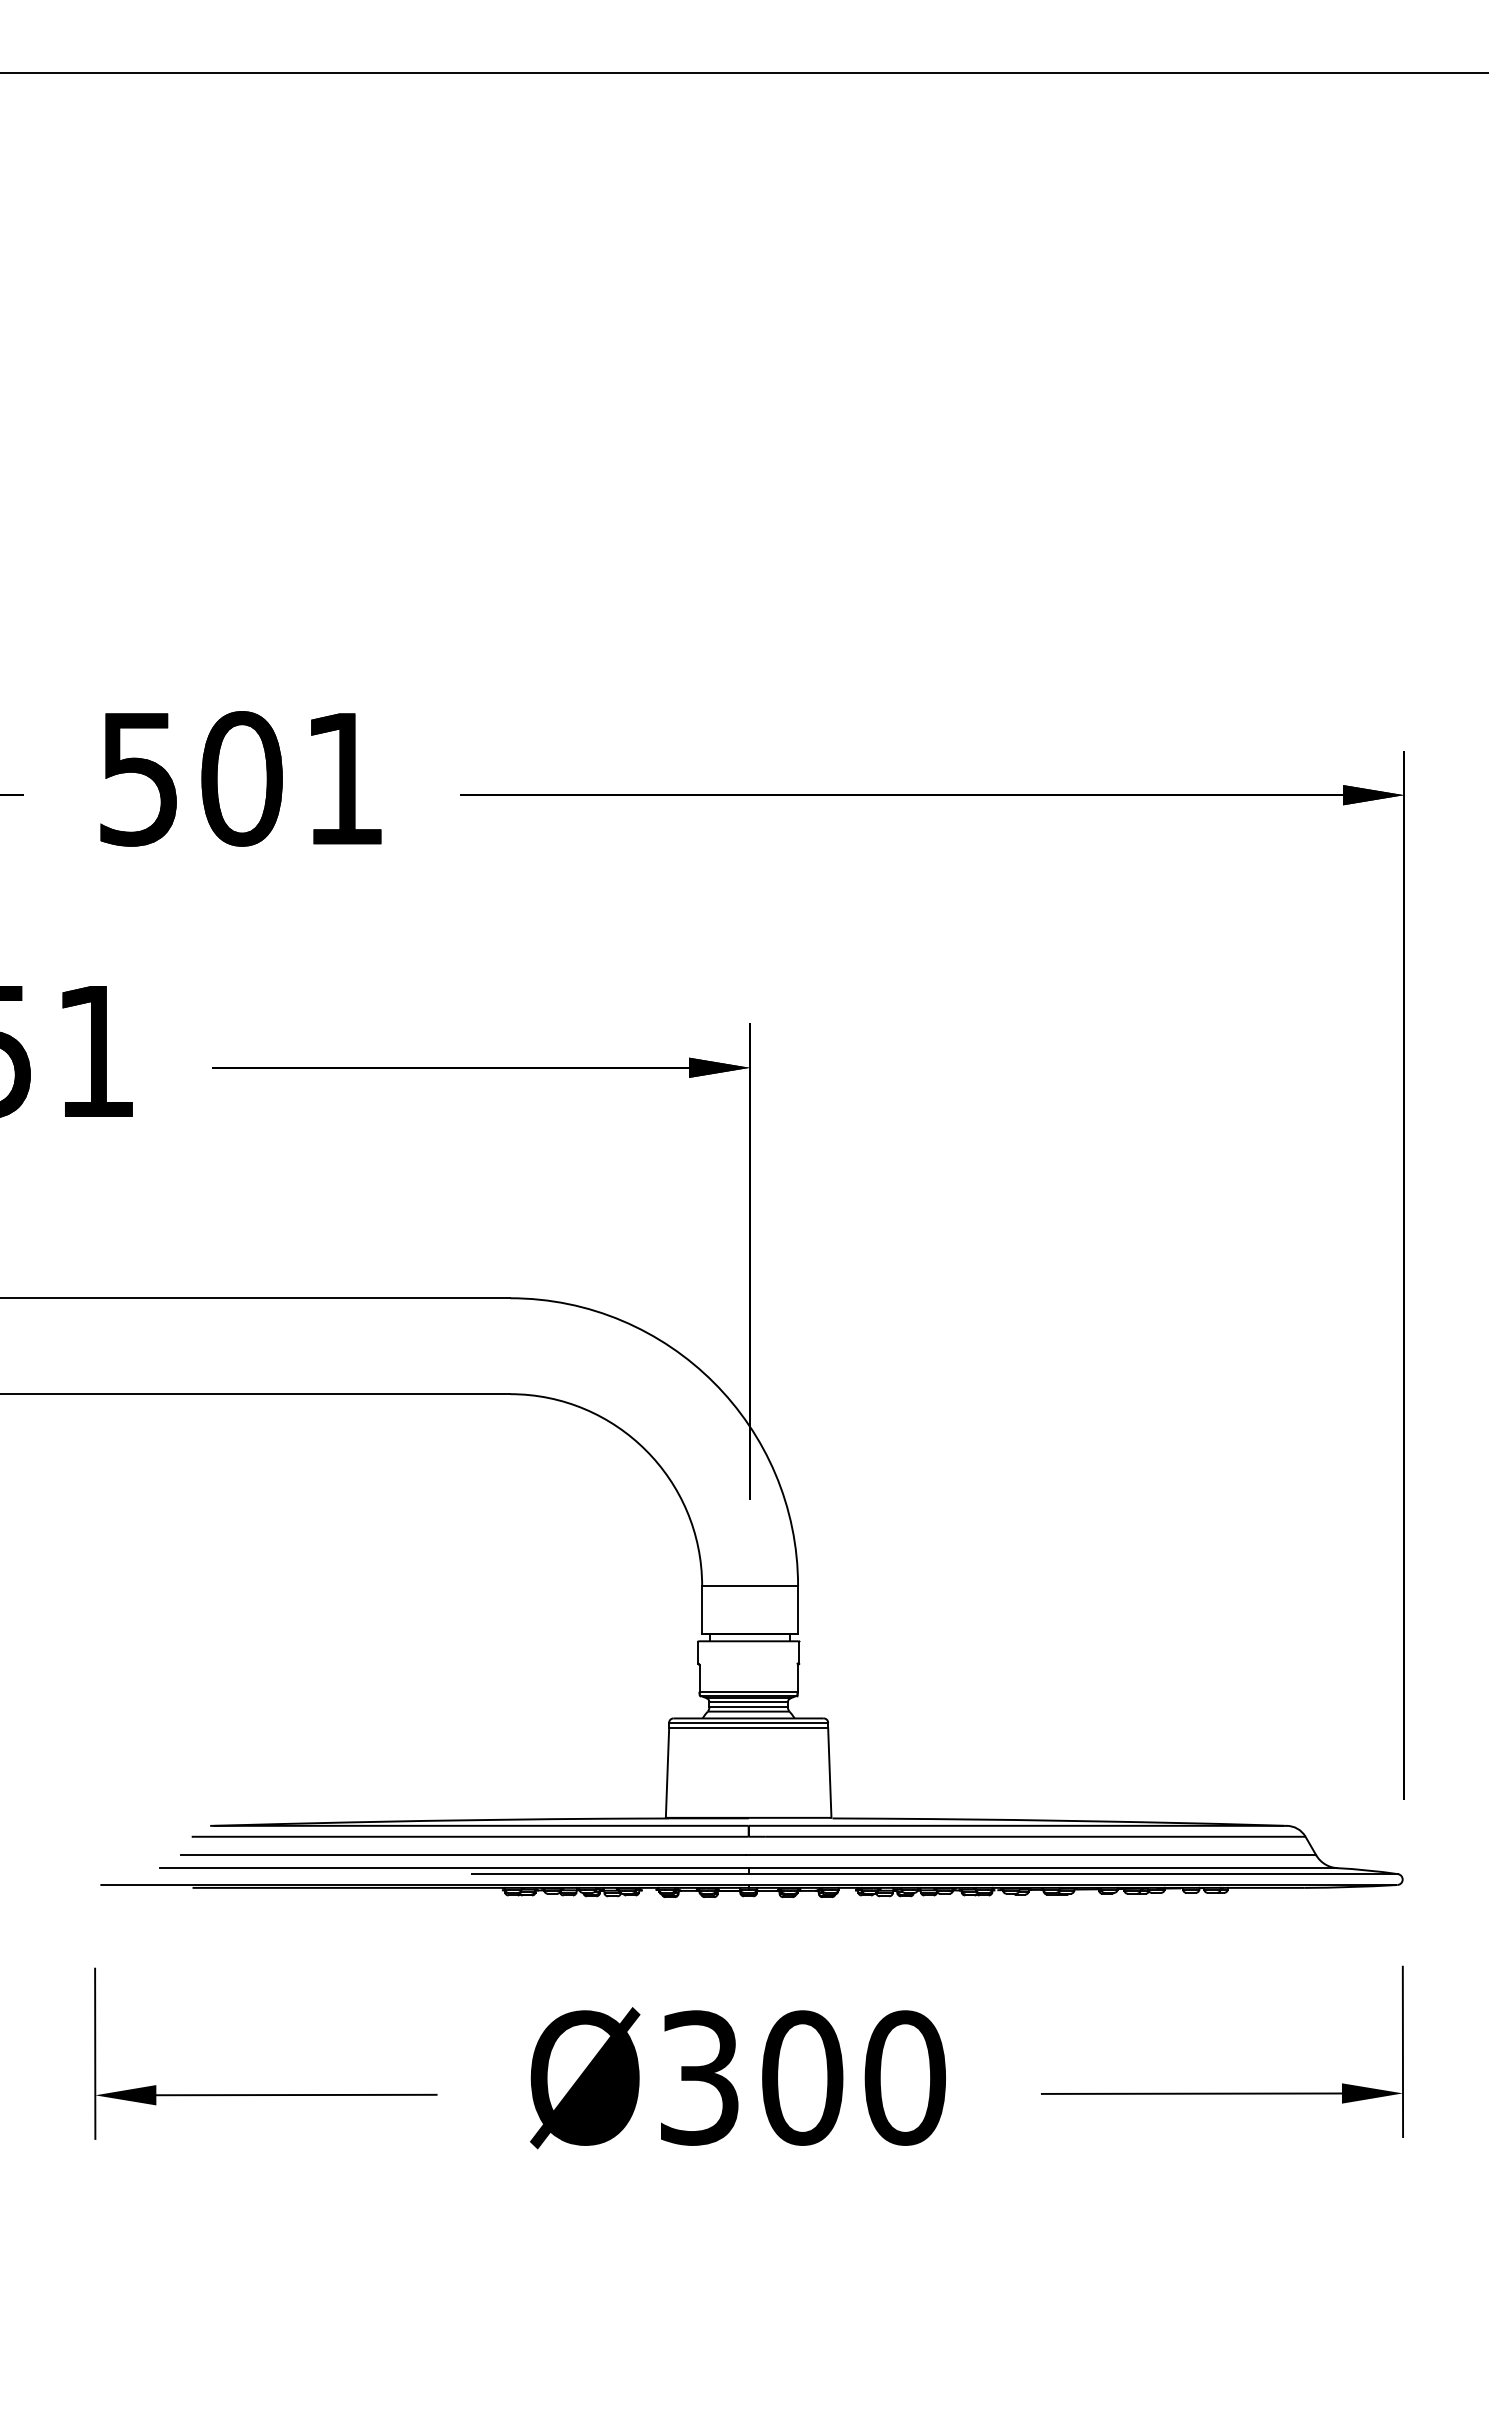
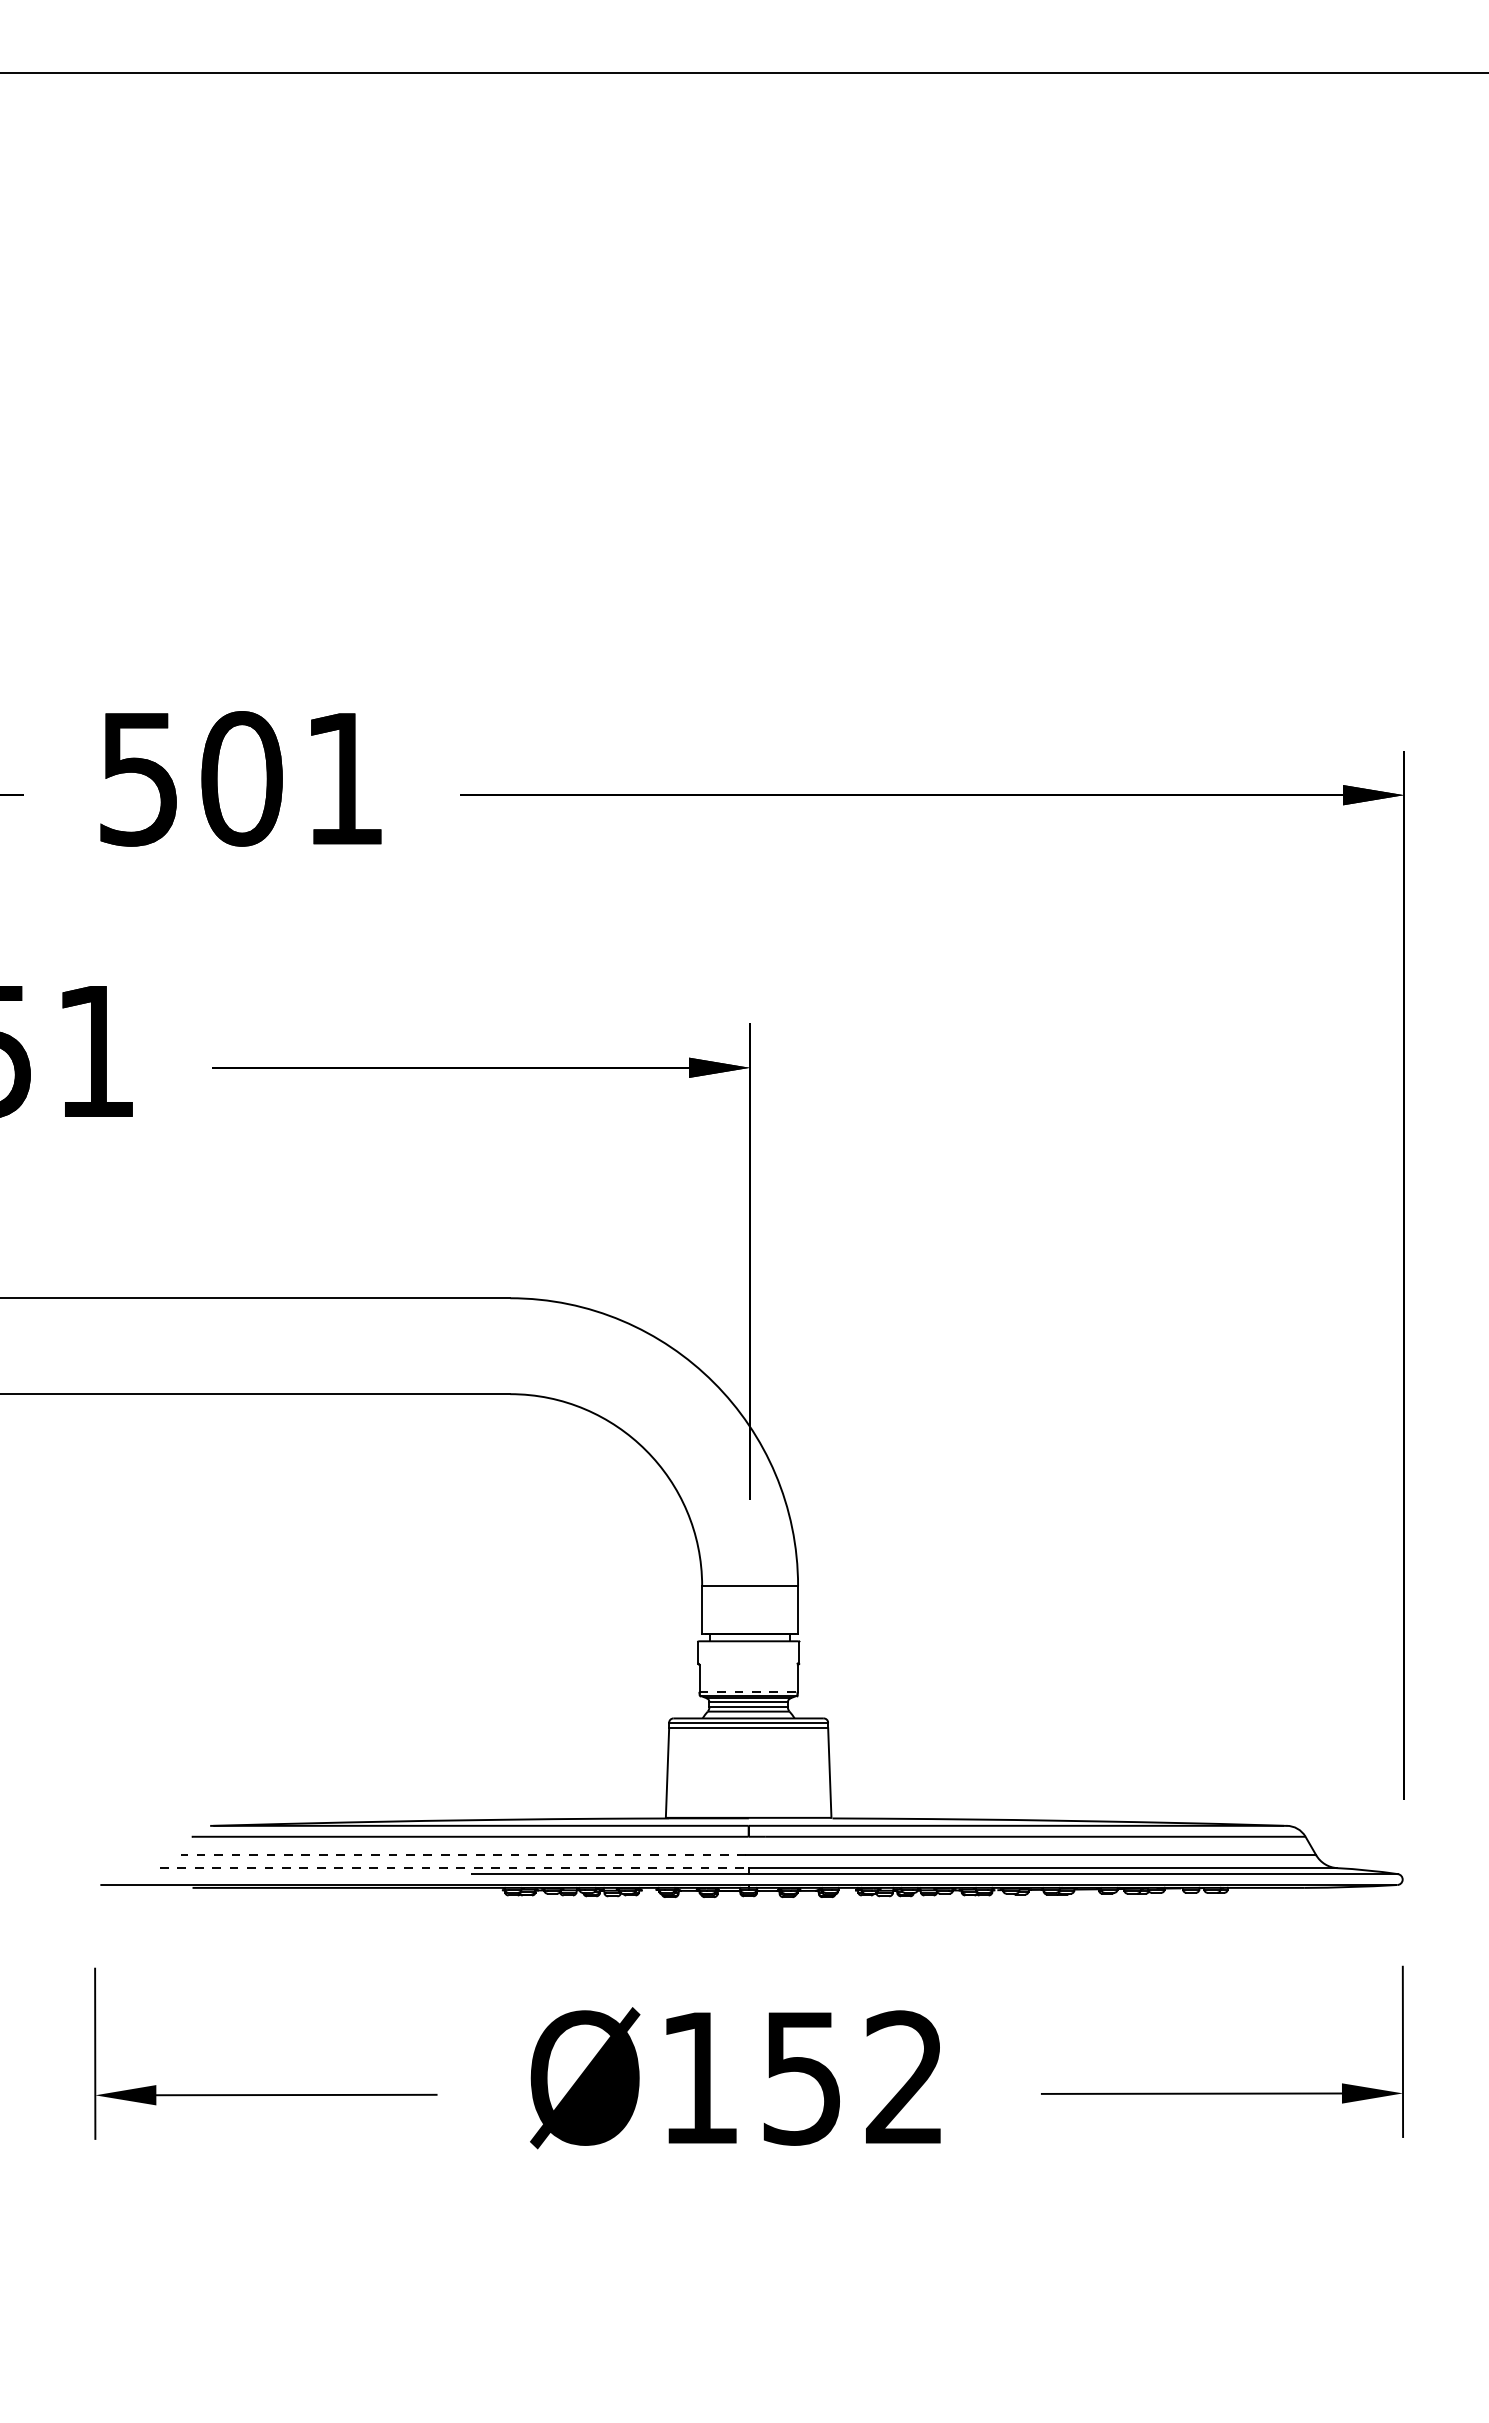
line at (749, 1691): solid -> dashed
line at (463, 1855): solid -> dashed
line at (454, 1868): solid -> dashed
text at (803, 2077): Ø300 -> Ø152
